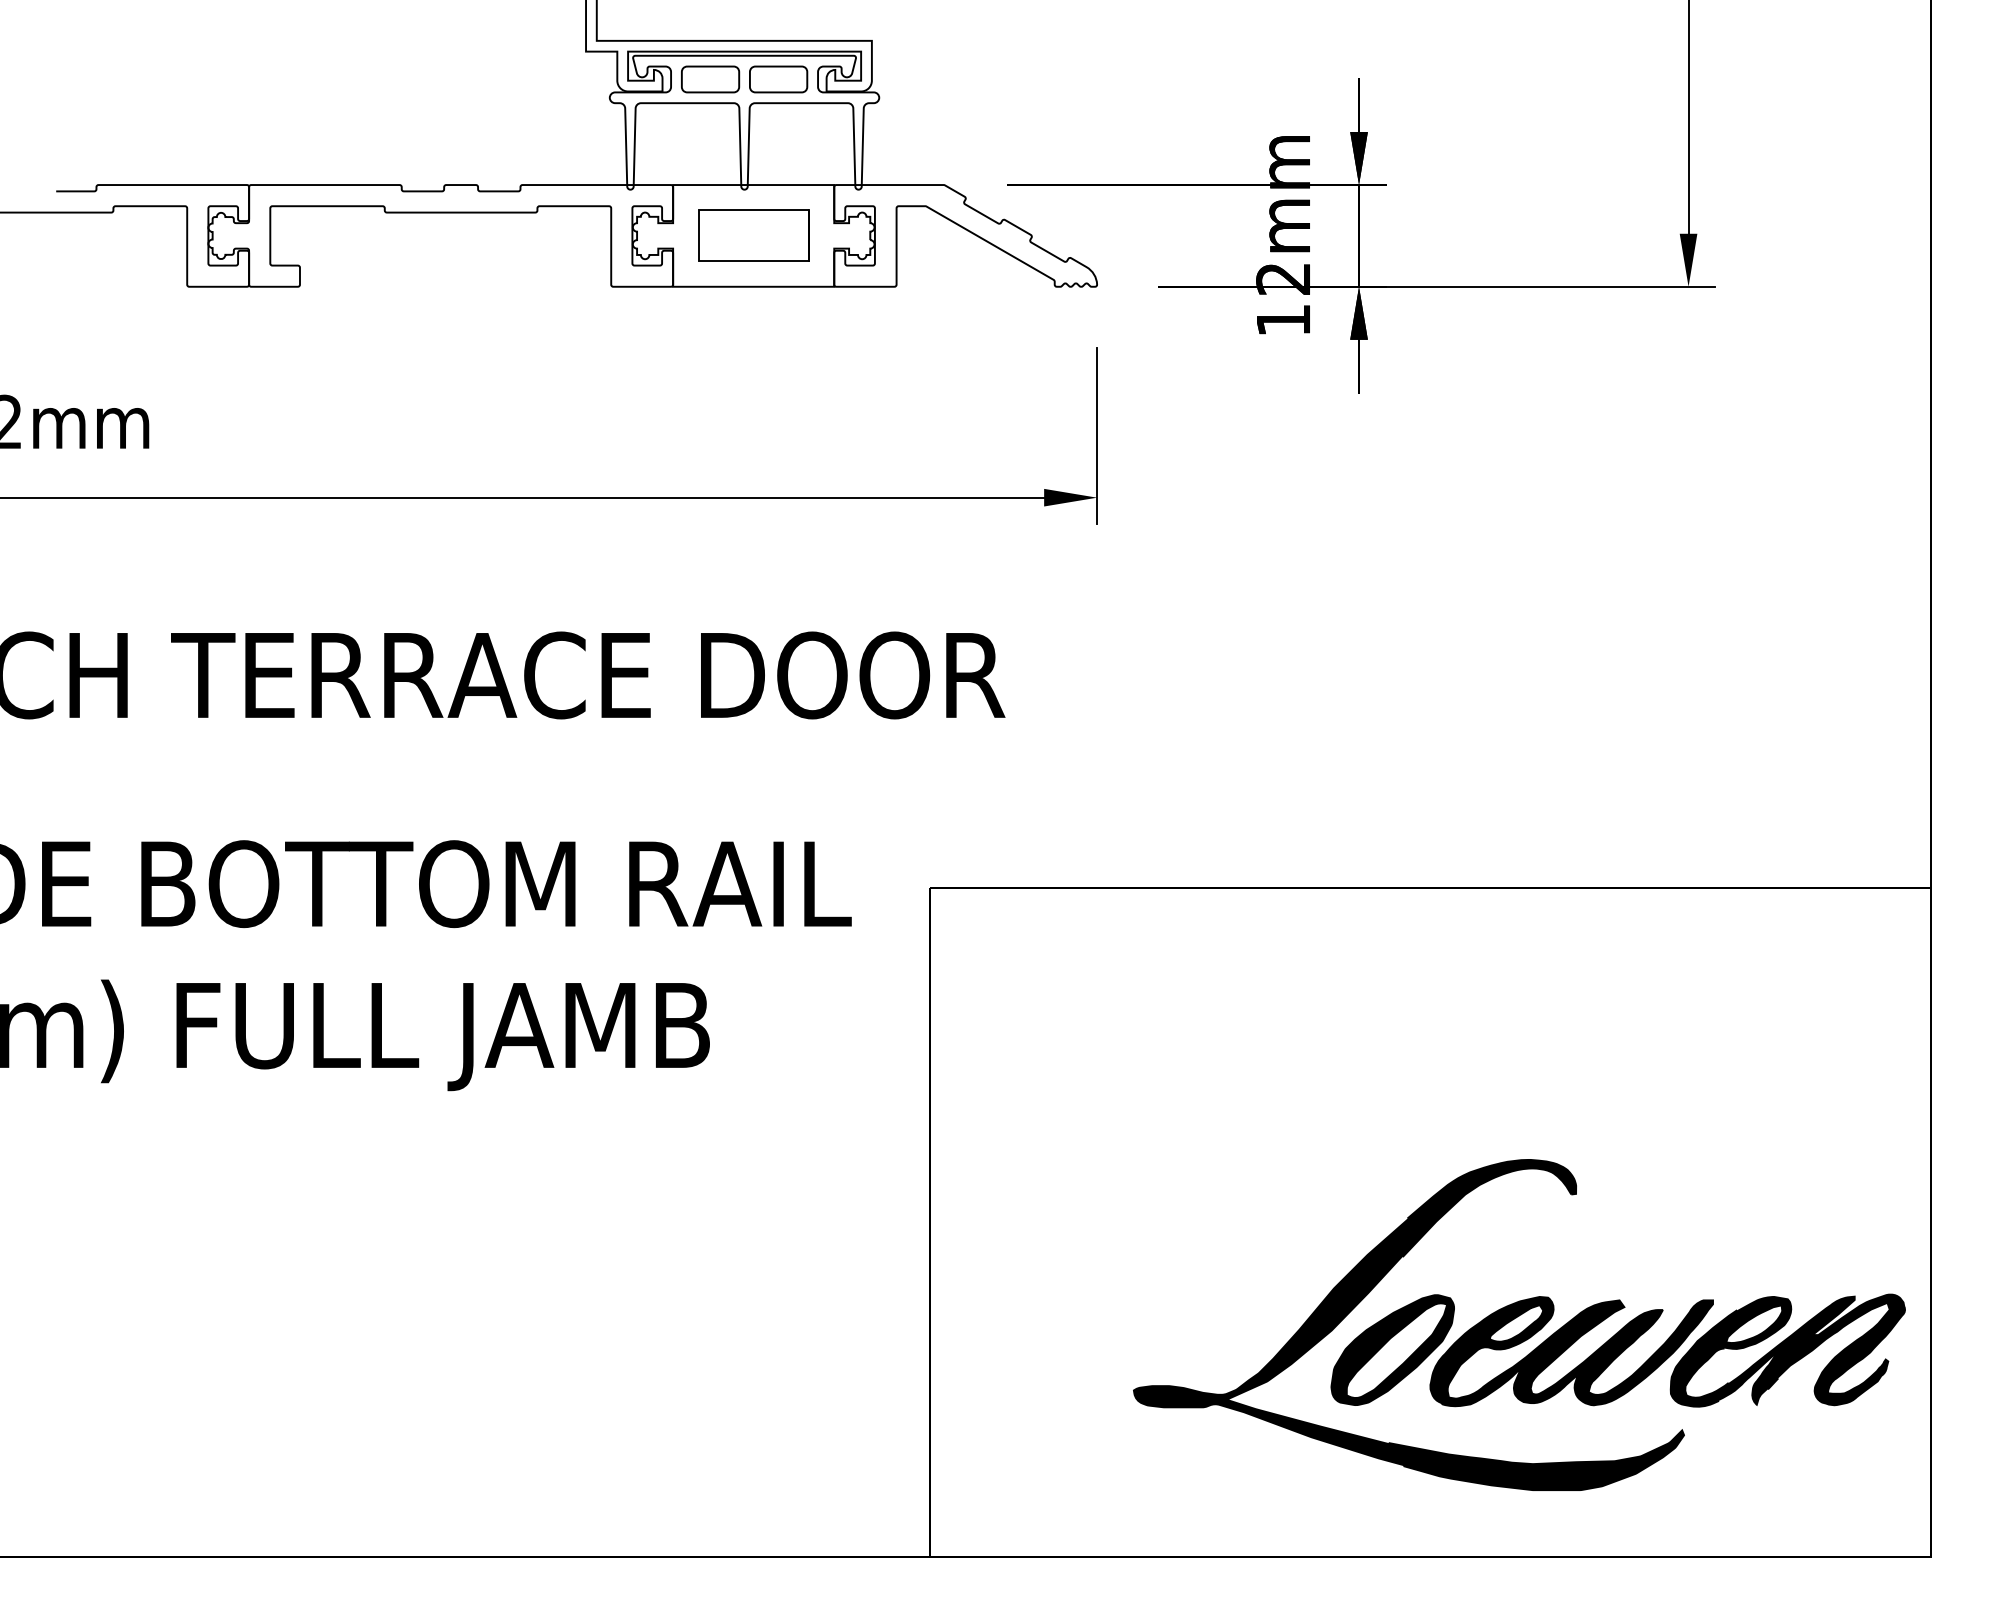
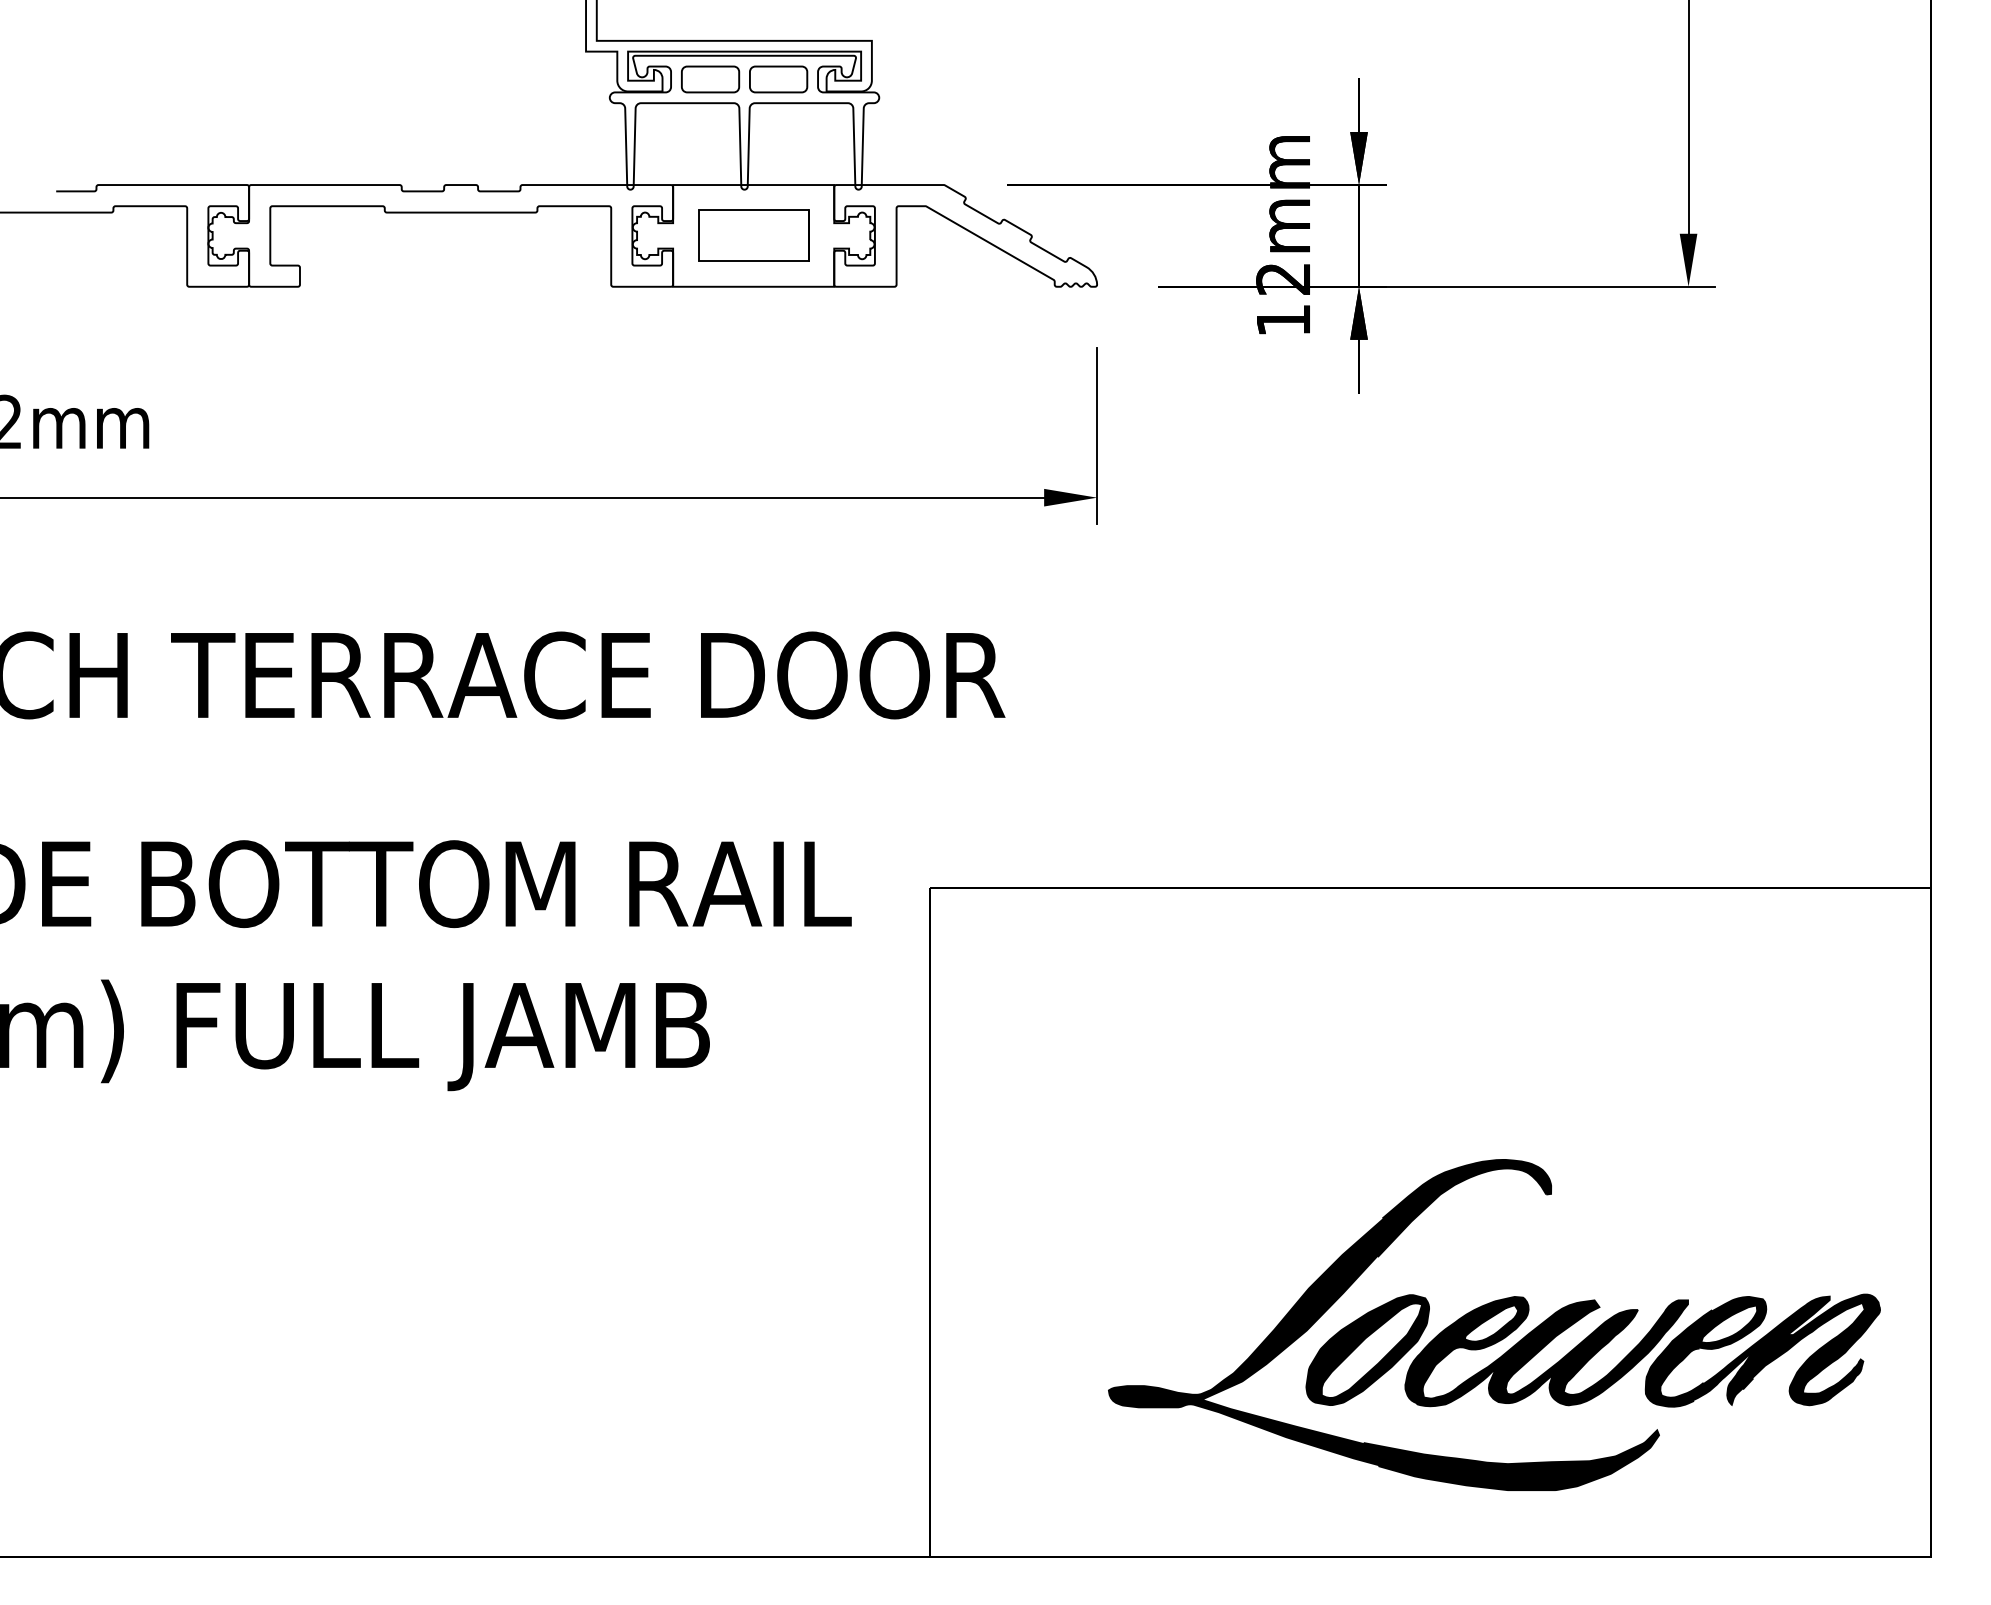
part at (1519, 1324) position: (1519, 1324) -> (1494, 1324)
